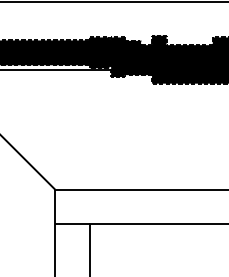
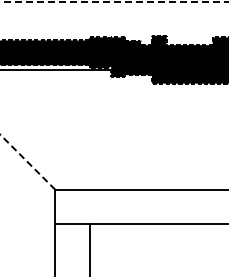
line at (114, 1): solid -> dashed
line at (27, 162): solid -> dashed
